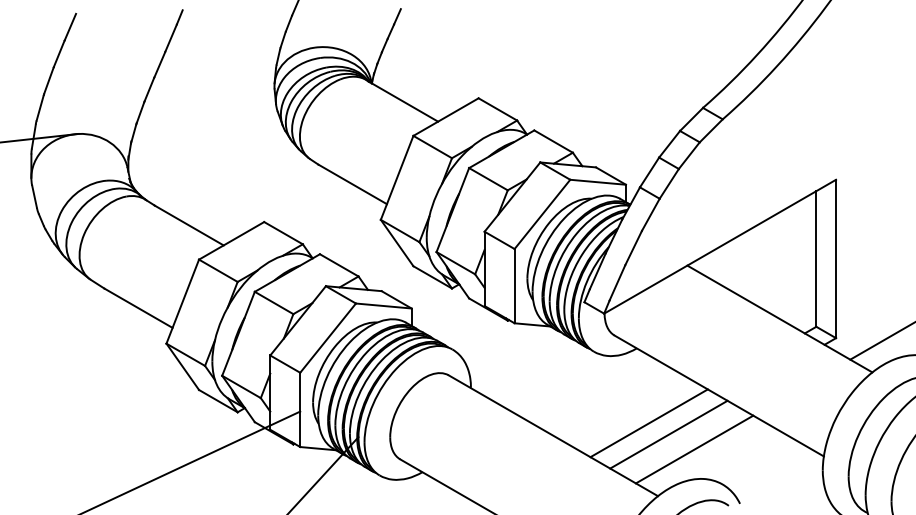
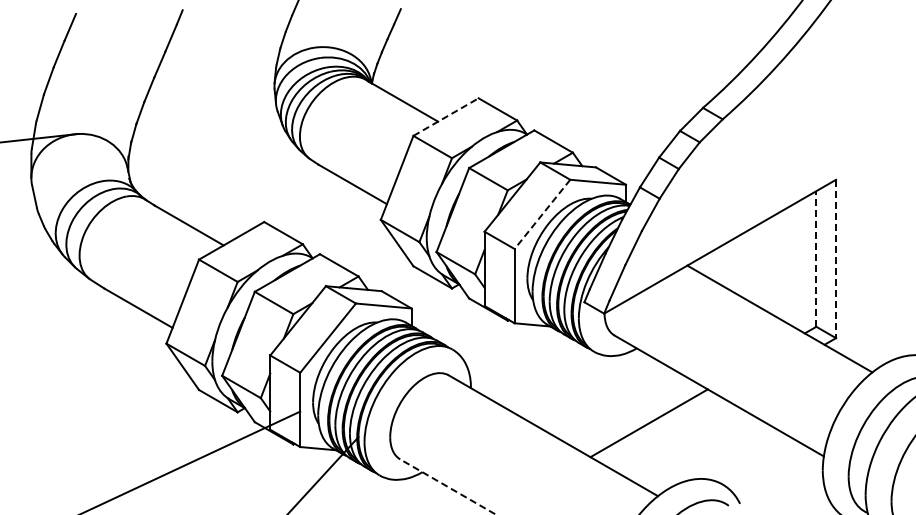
line at (446, 117): solid -> dashed
line at (542, 214): solid -> dashed
line at (816, 258): solid -> dashed
line at (836, 259): solid -> dashed
line at (881, 341): present -> none
line at (668, 434): present -> none
line at (694, 449): present -> none
line at (447, 486): solid -> dashed
